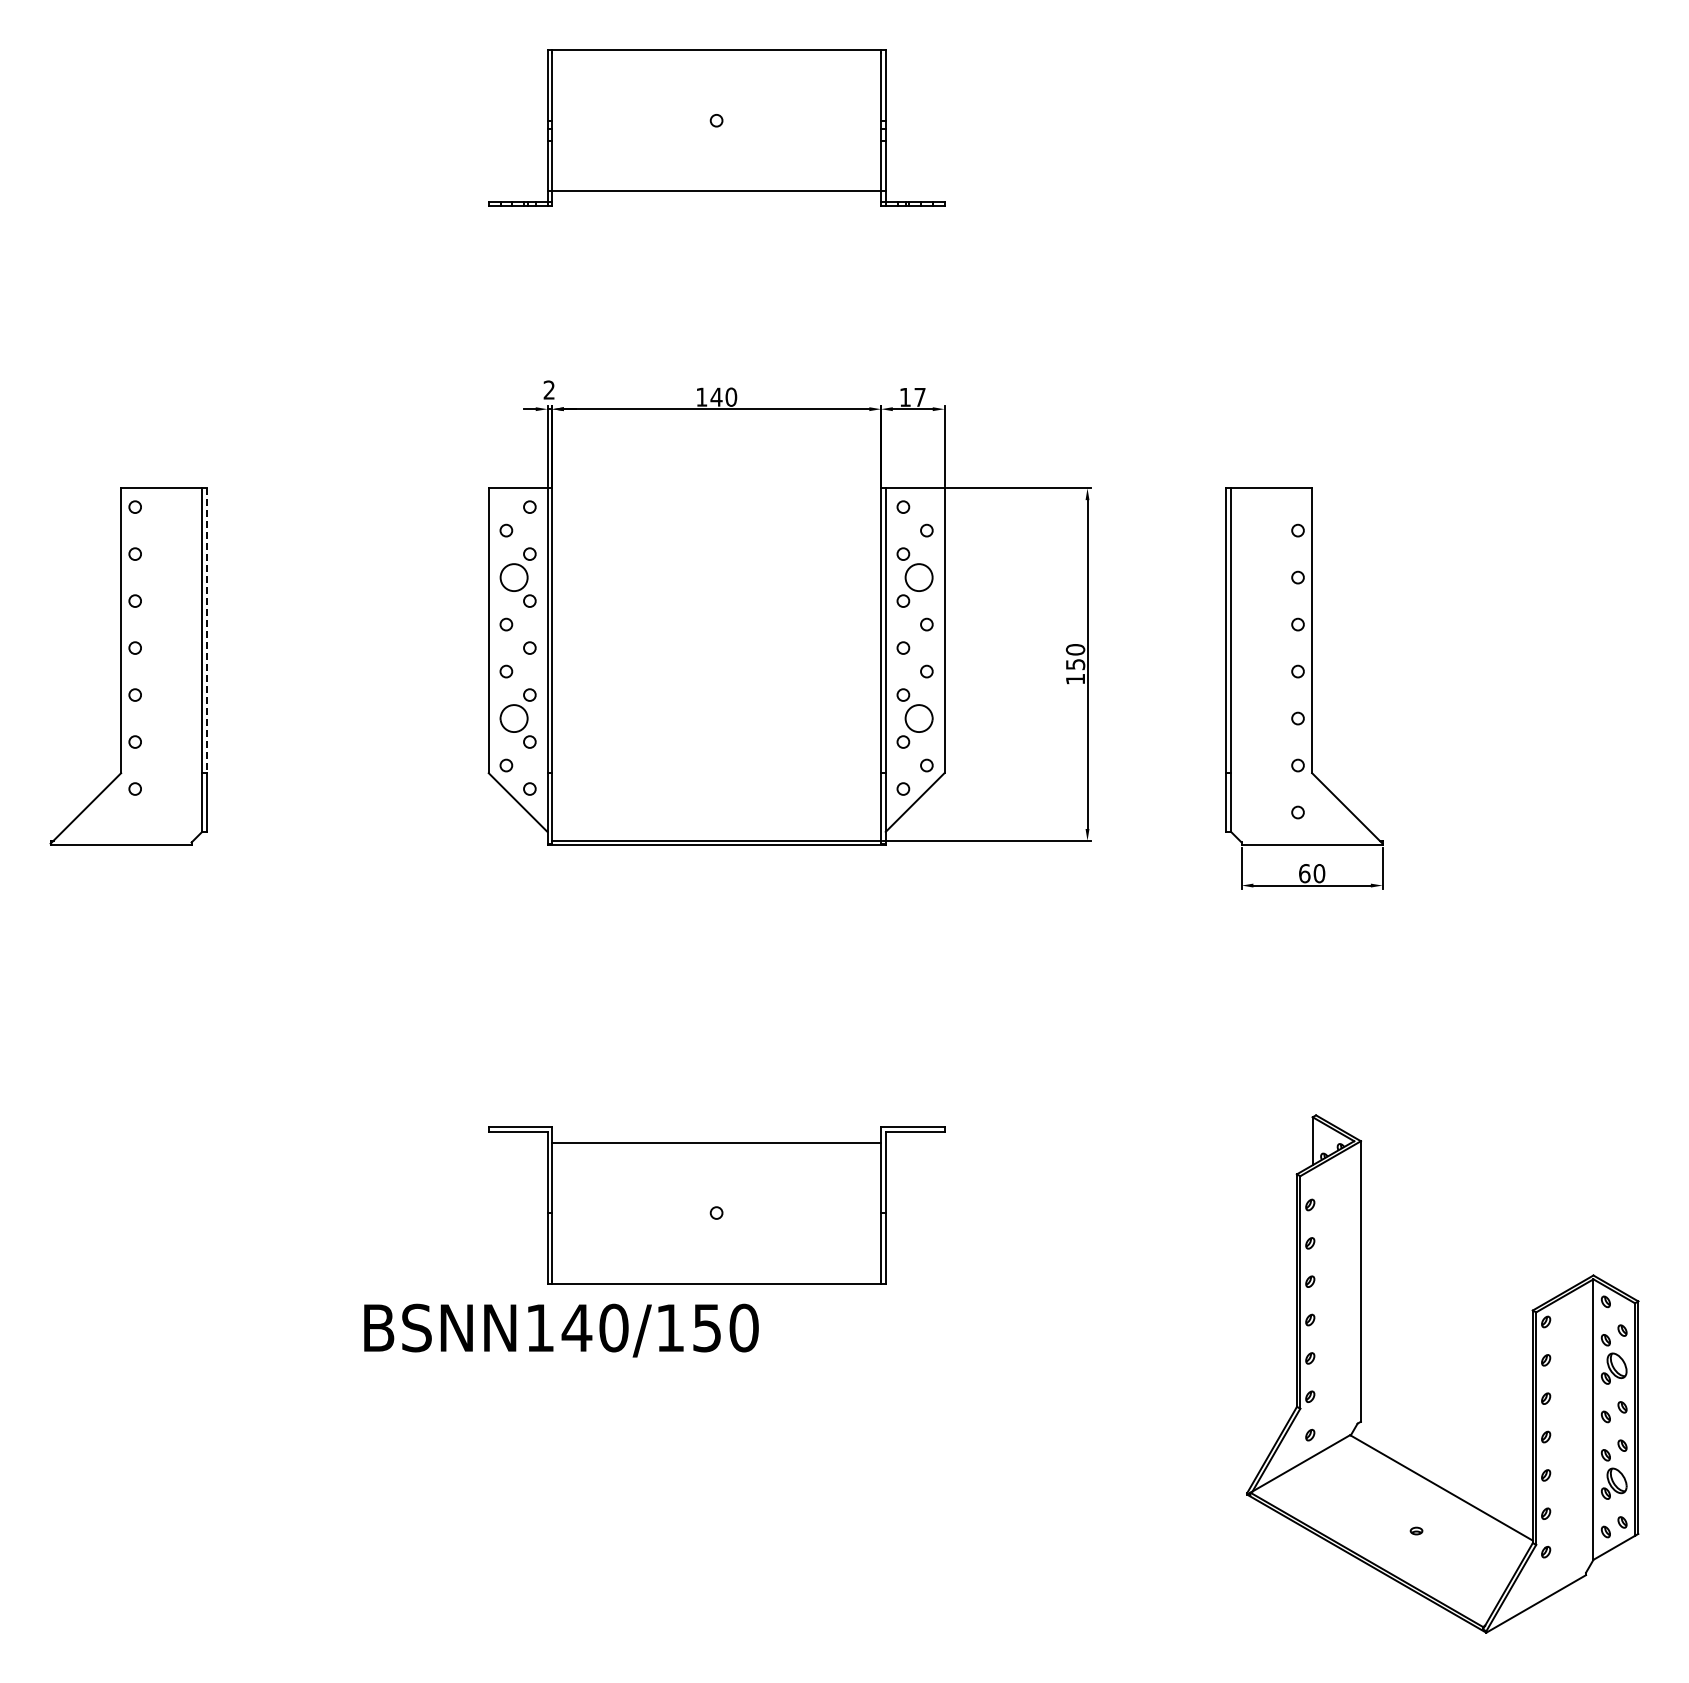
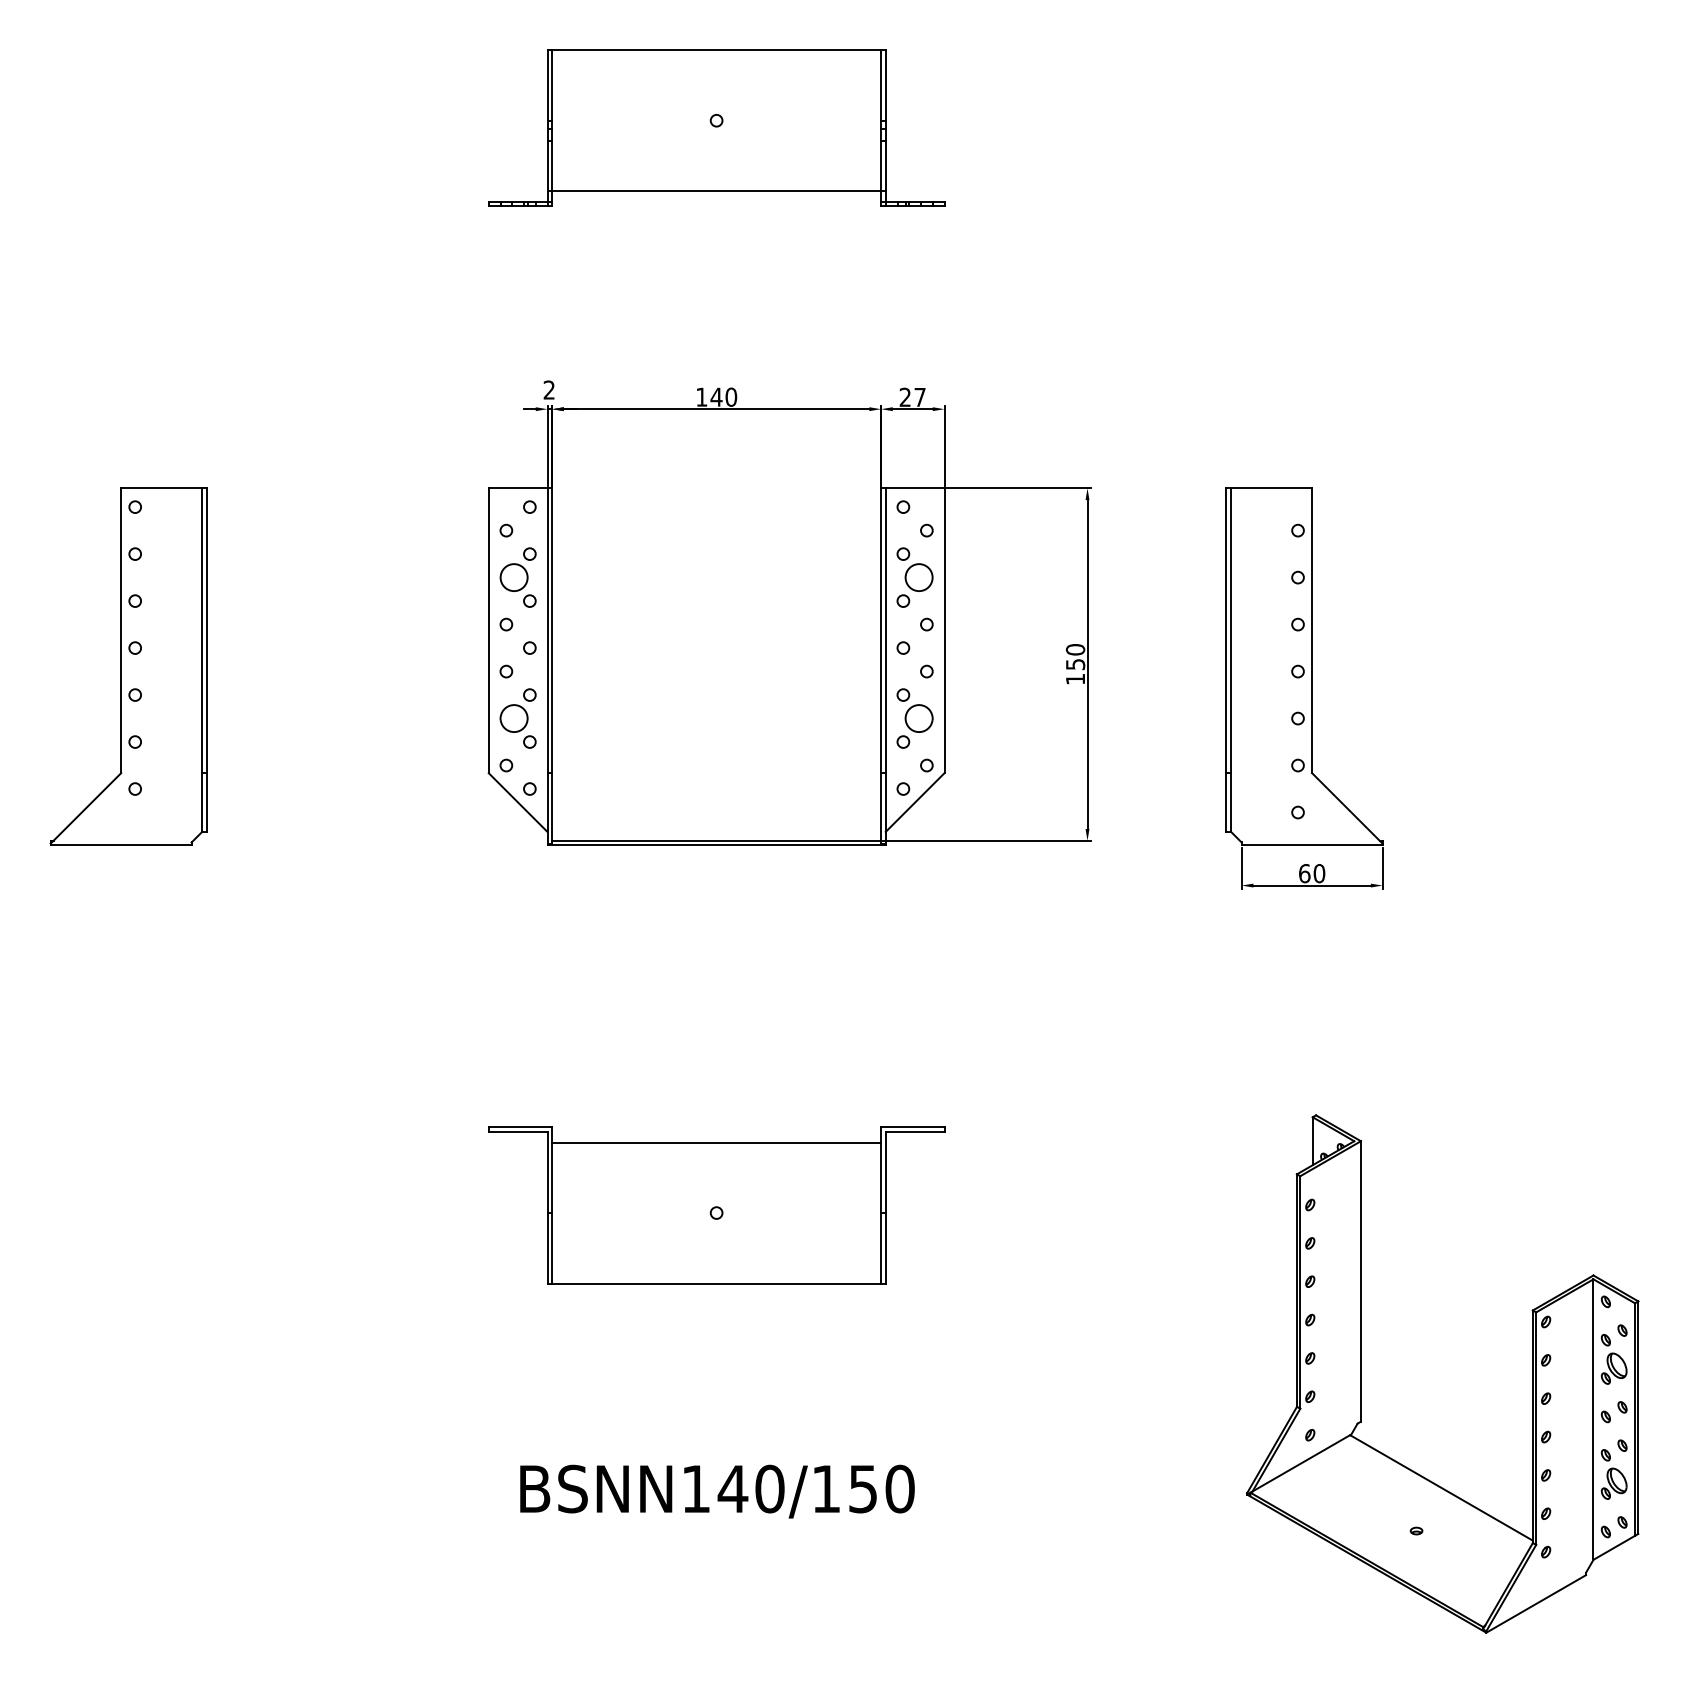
text at (904, 396): 17 -> 27
line at (206, 631): dashed -> solid
text at (561, 1330) position: (561, 1330) -> (717, 1491)
